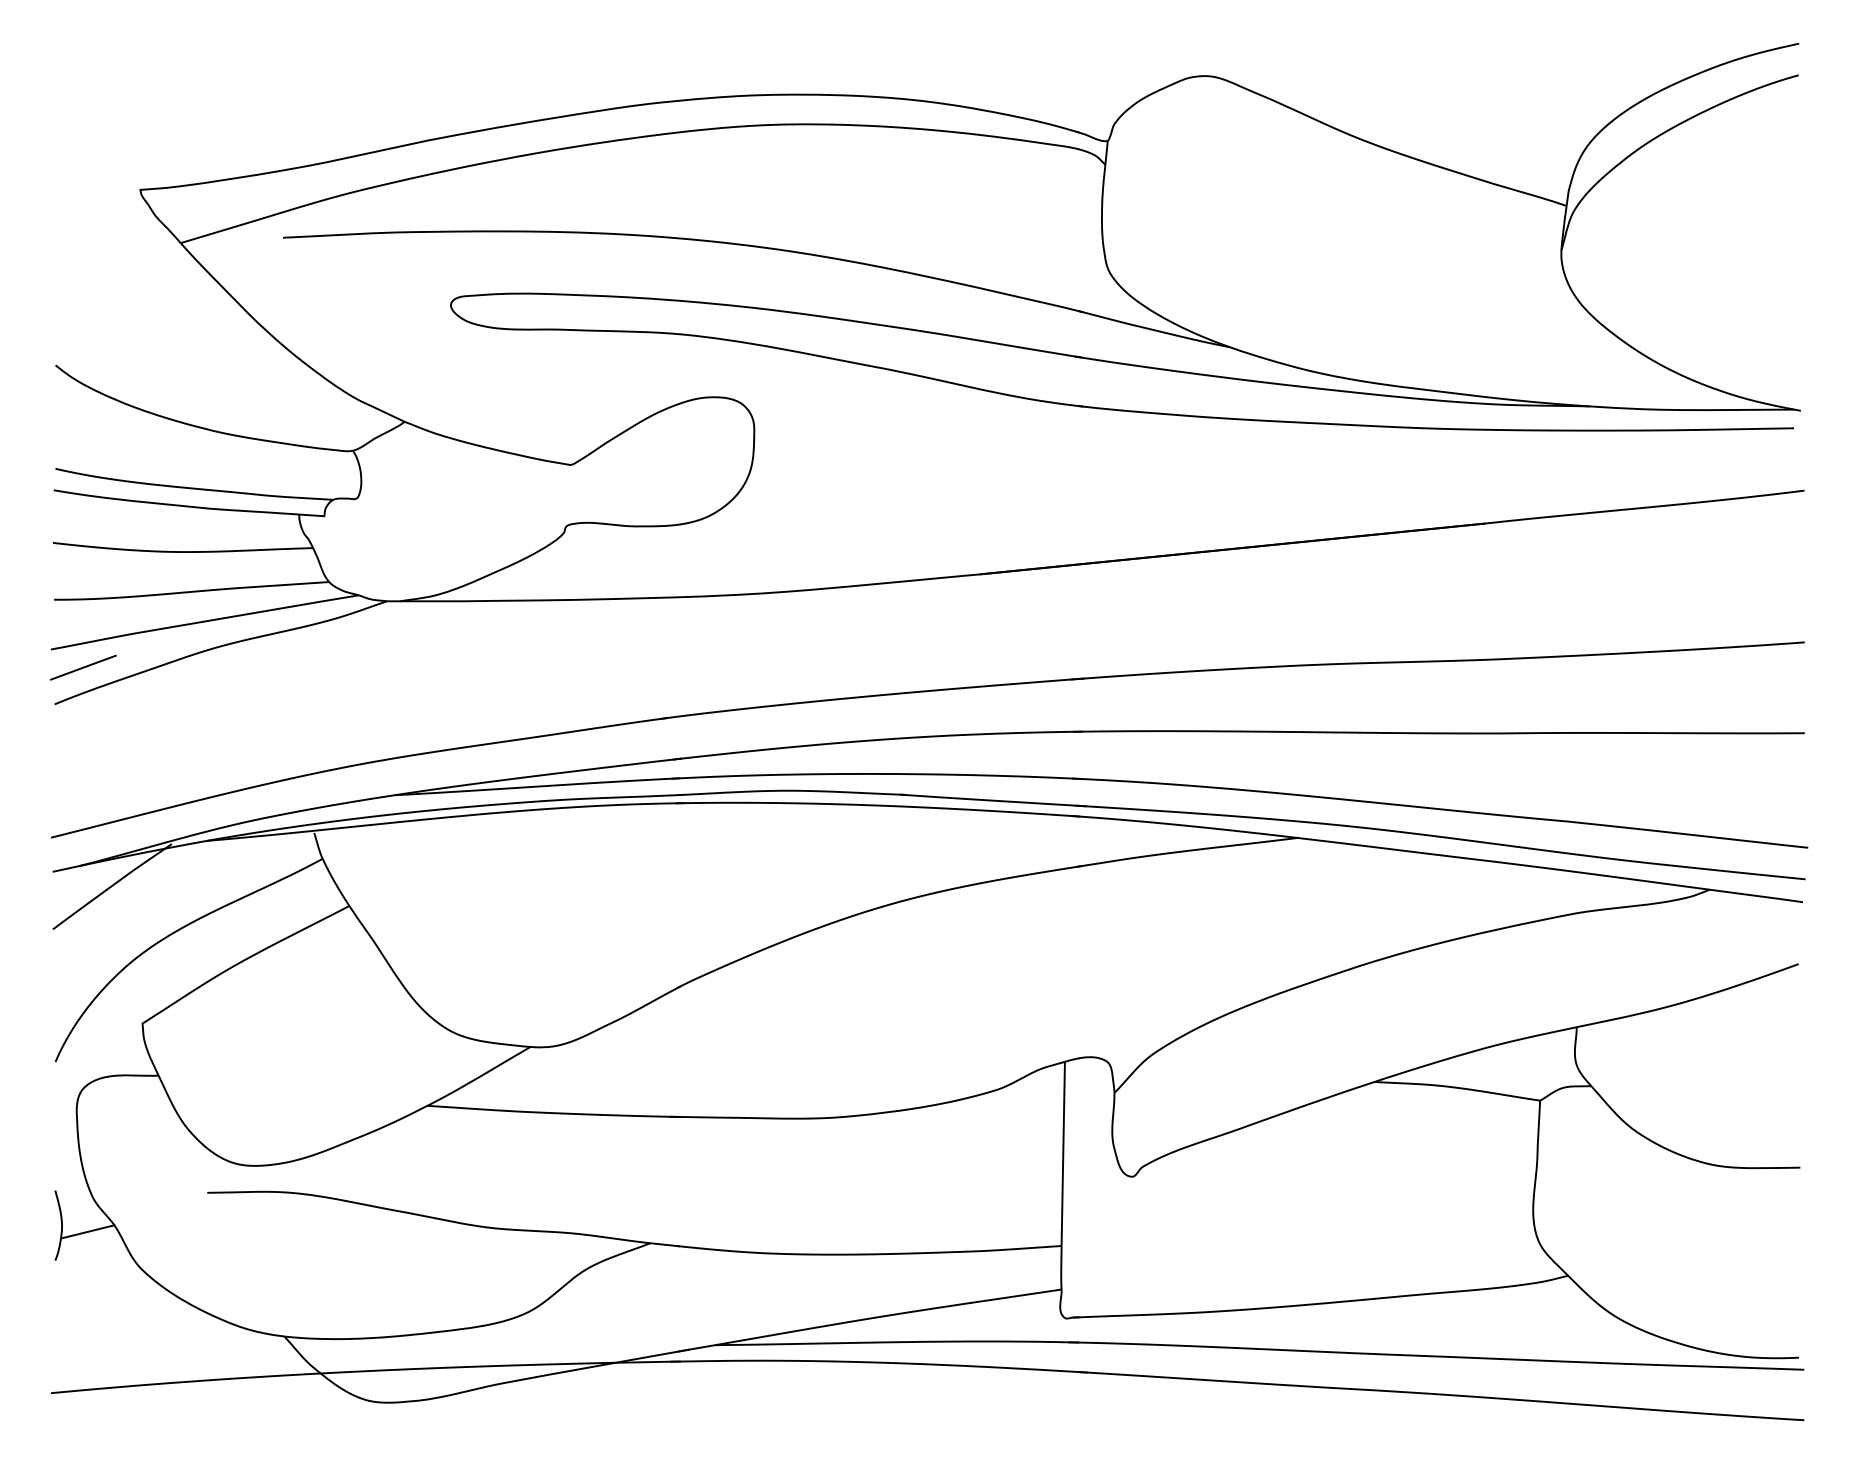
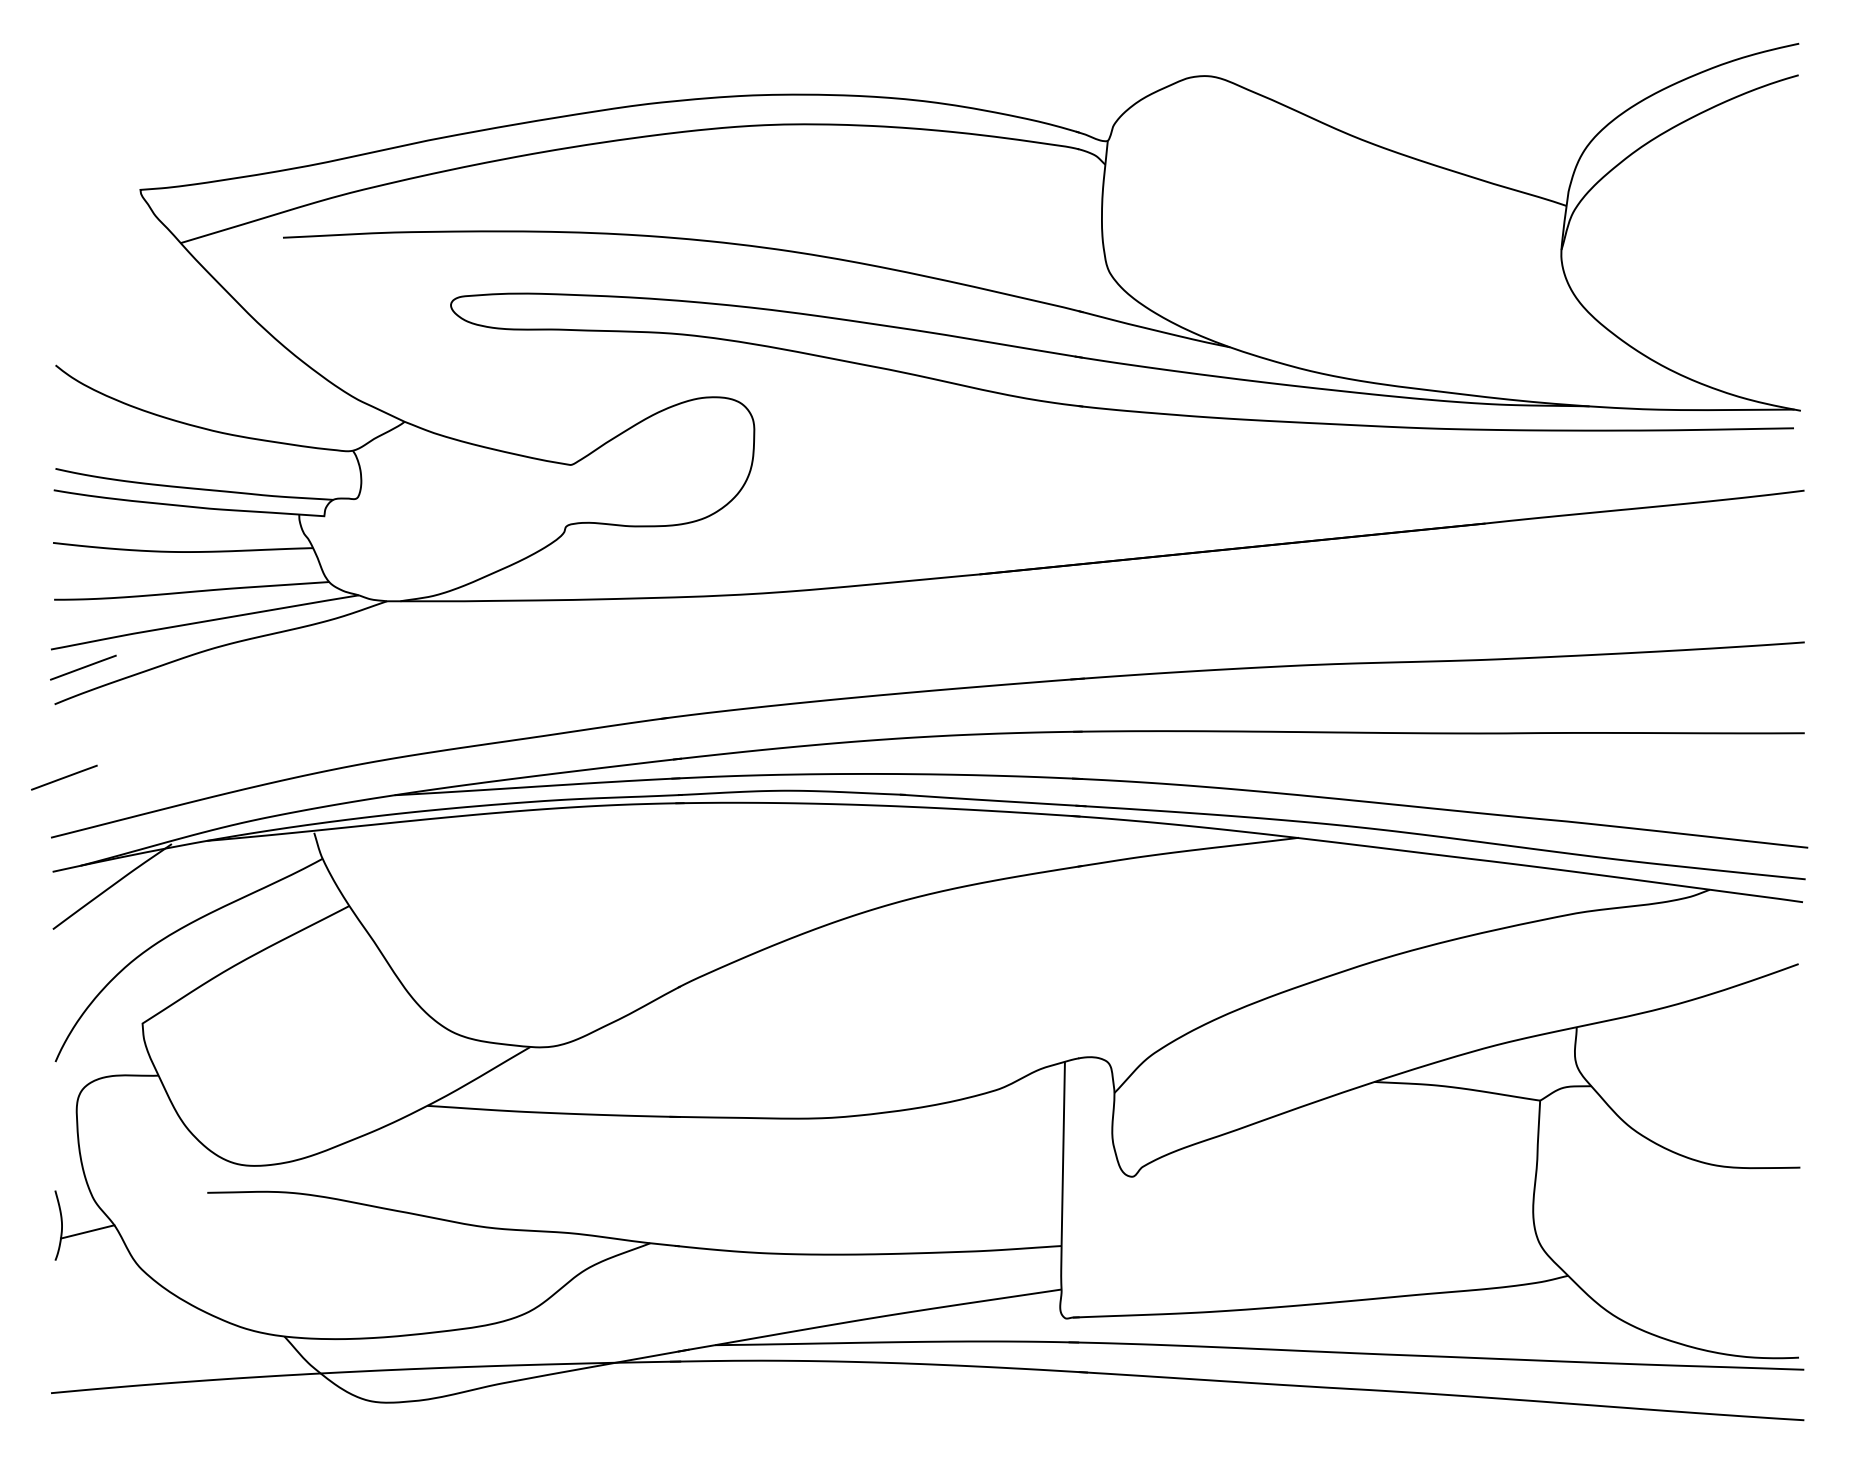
line at (64, 777): none -> present
